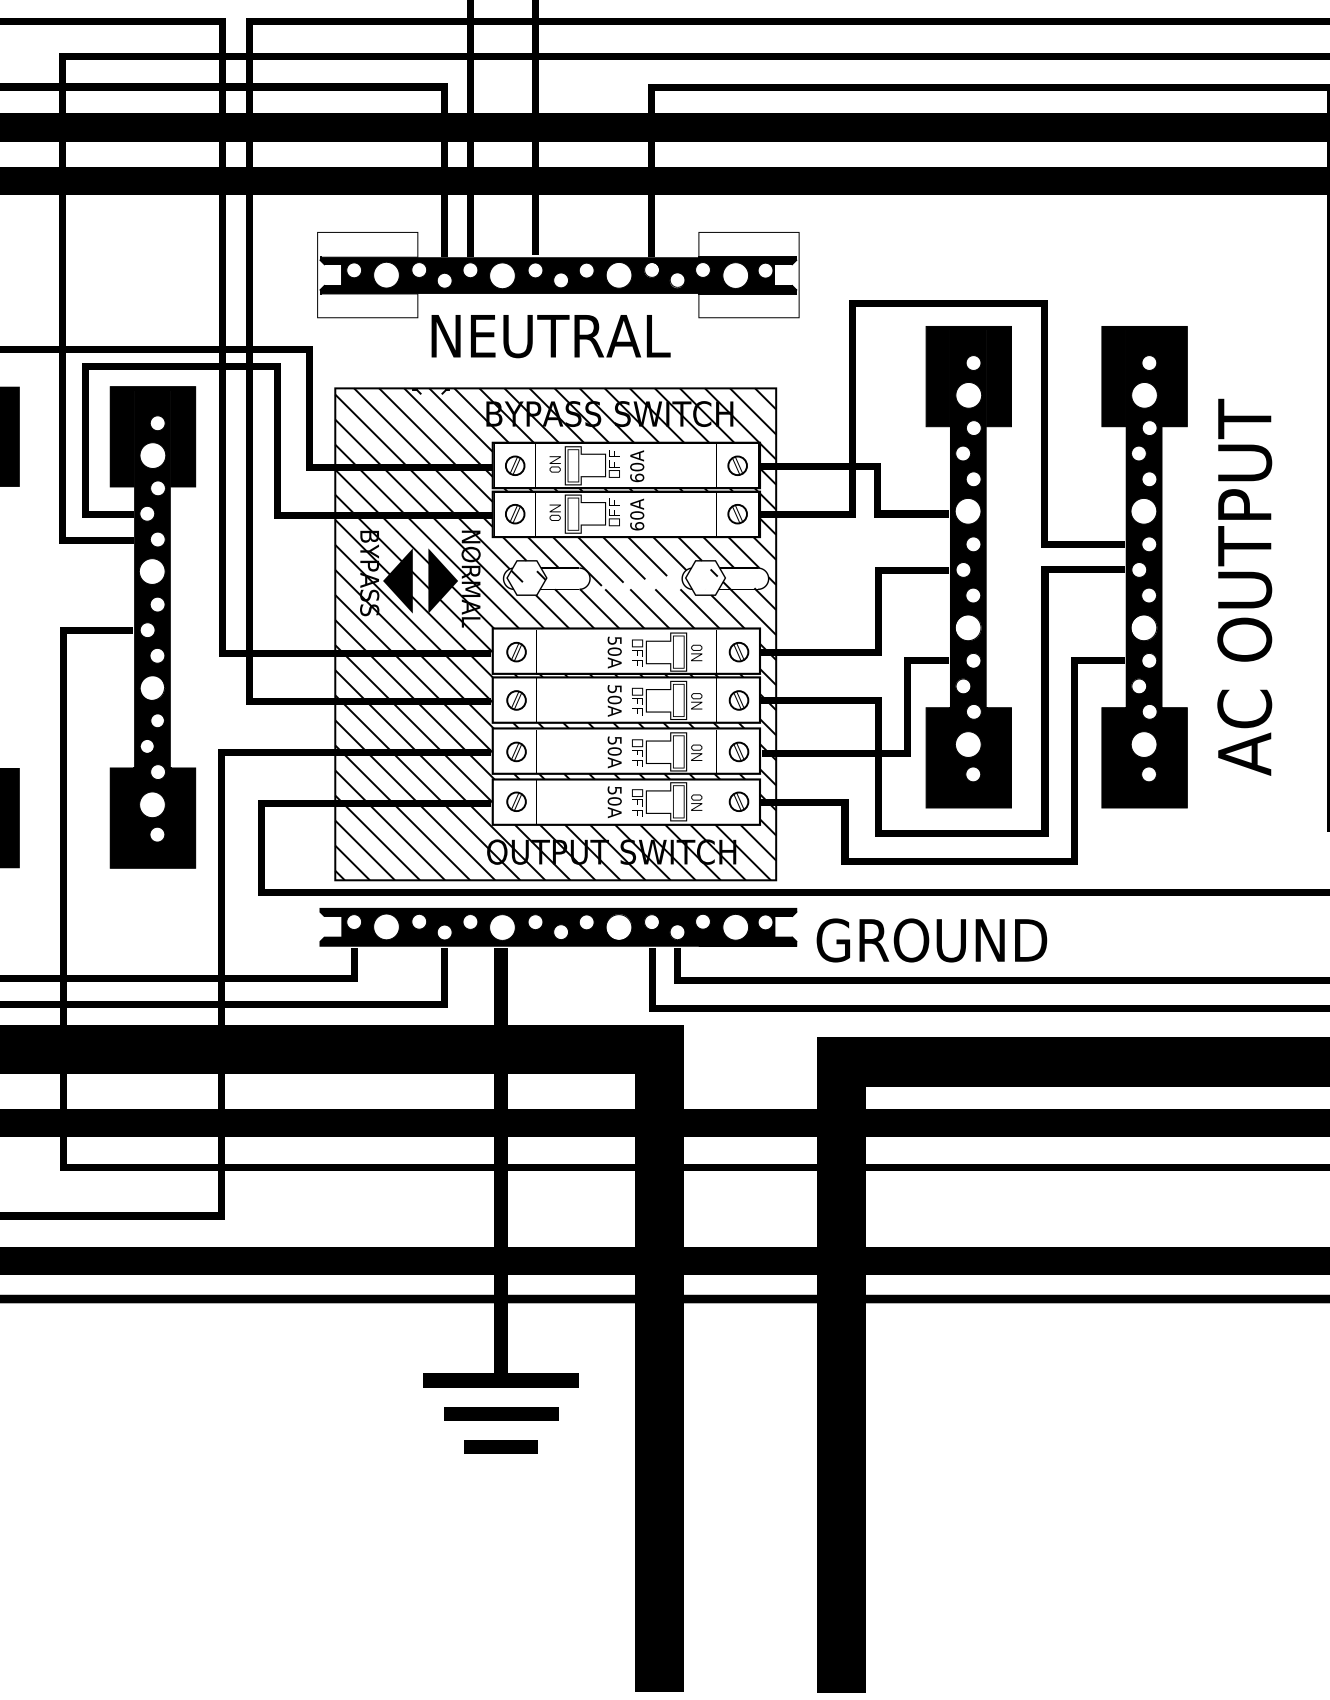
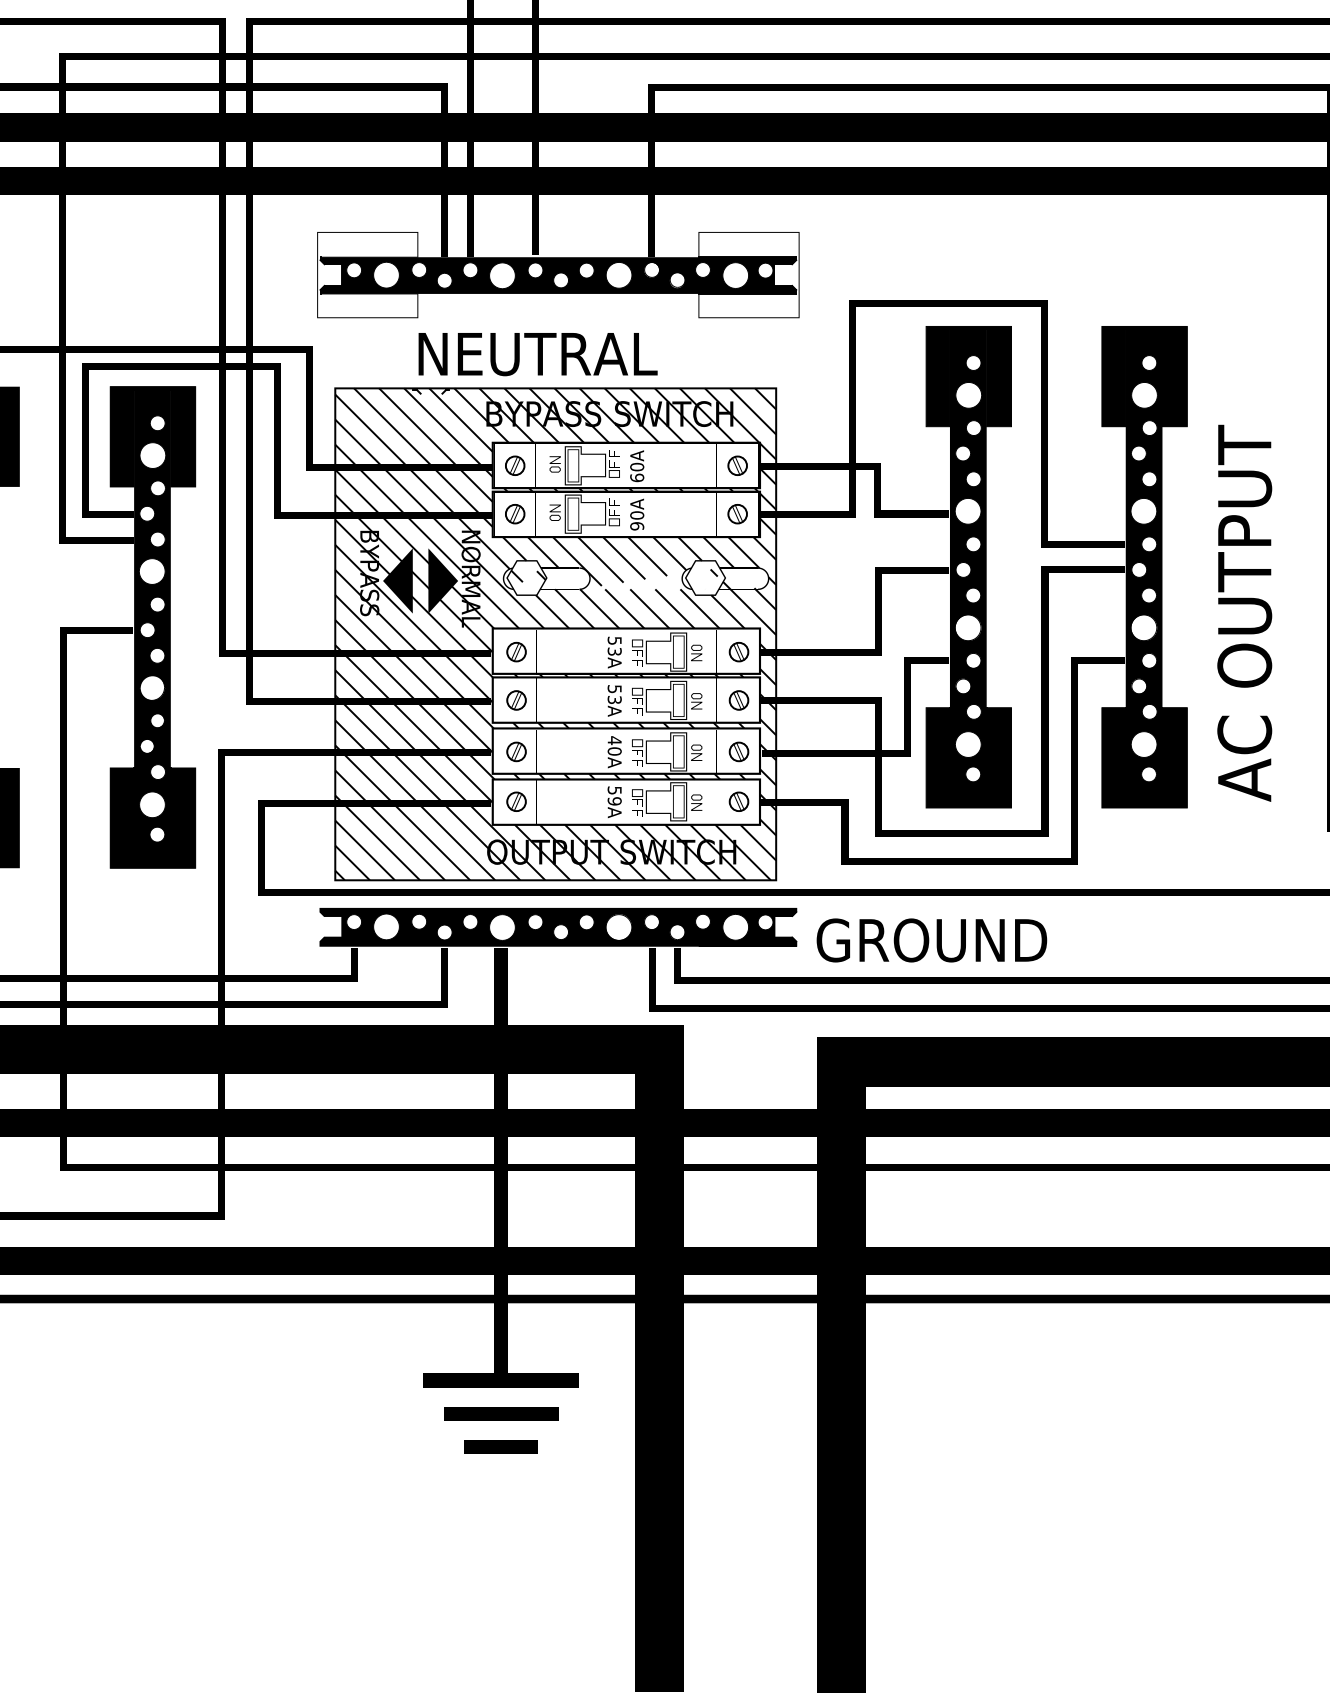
text at (550, 336) position: (550, 336) -> (537, 354)
text at (637, 526): 60A -> 90A
text at (1244, 586) position: (1244, 586) -> (1244, 612)
text at (614, 651): 50A -> 53A
text at (614, 699): 50A -> 53A
text at (614, 740): 50A -> 40A
text at (614, 801): 50A -> 59A
